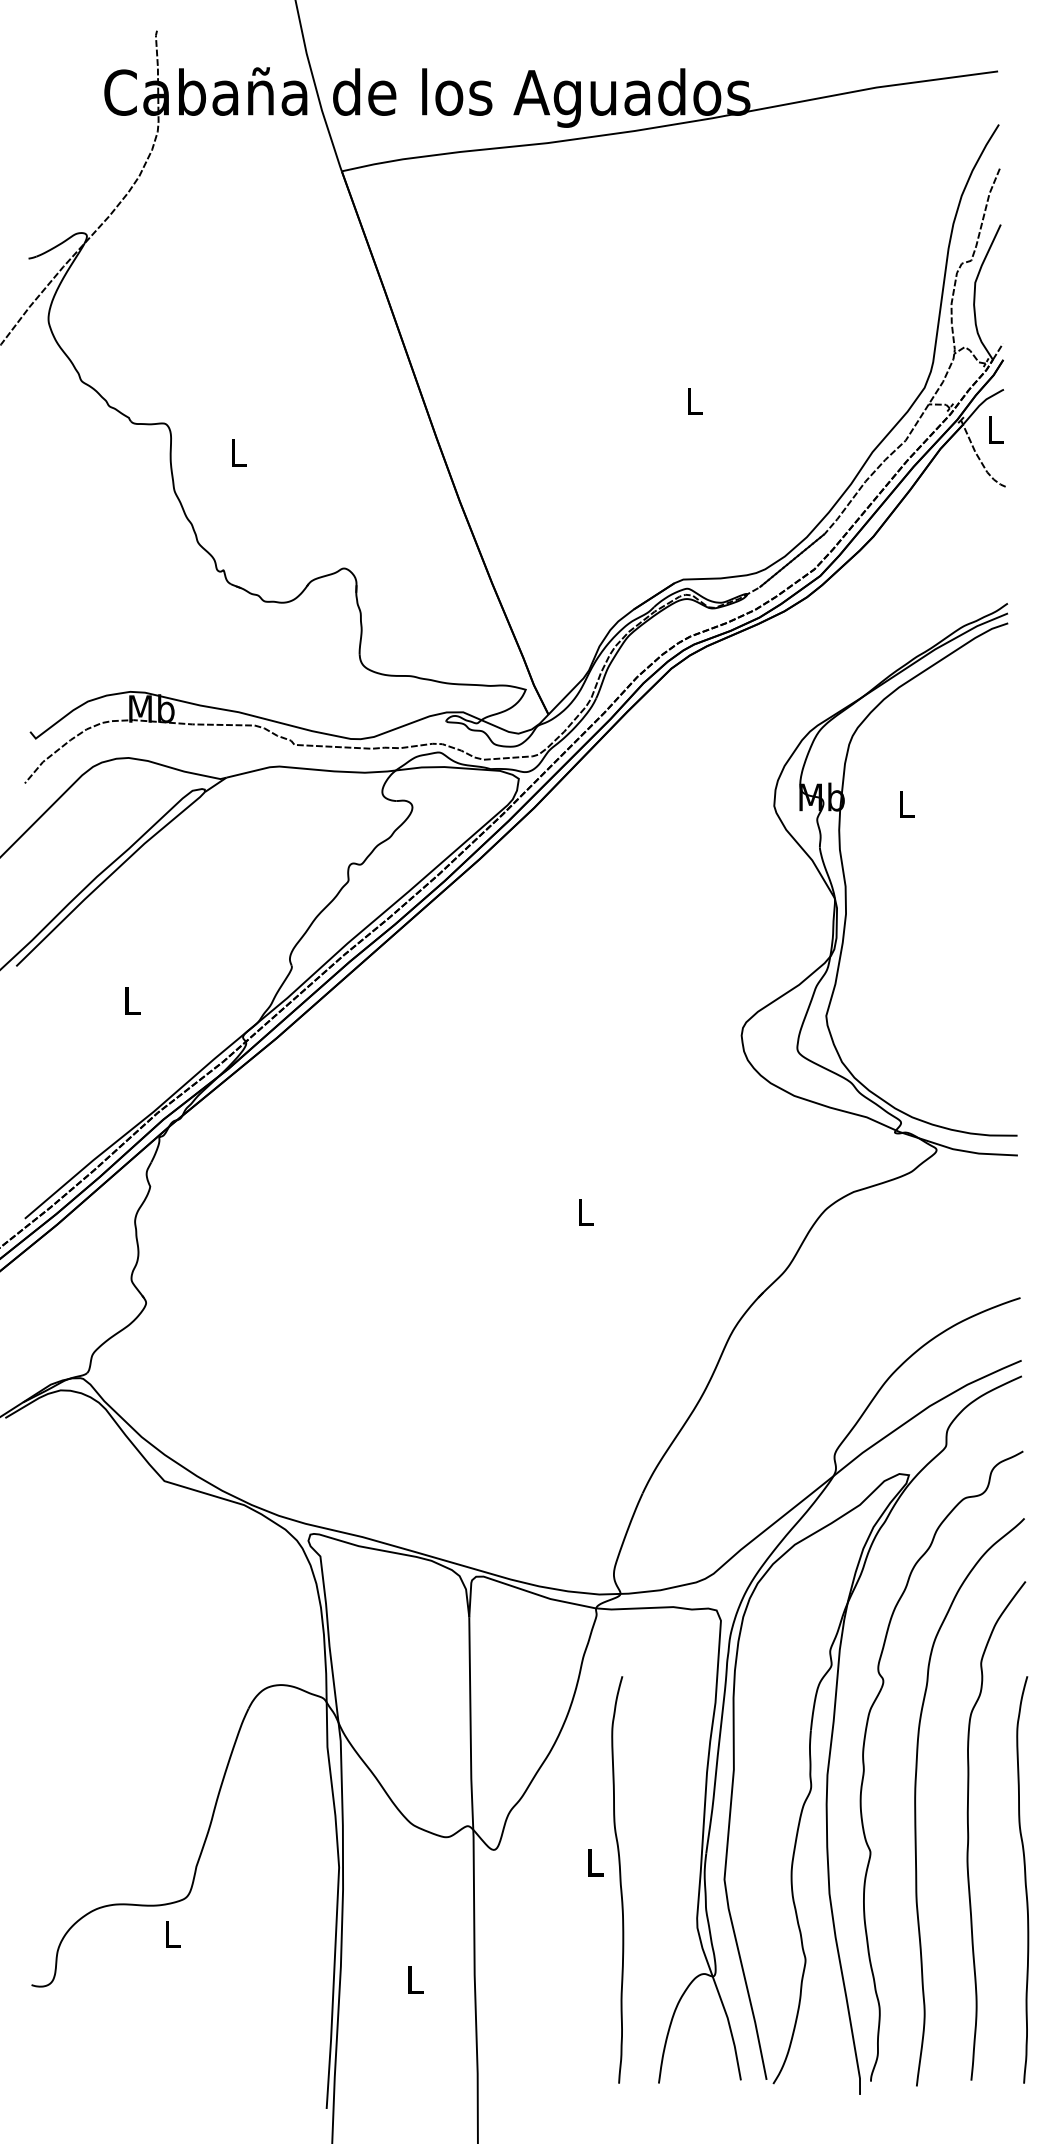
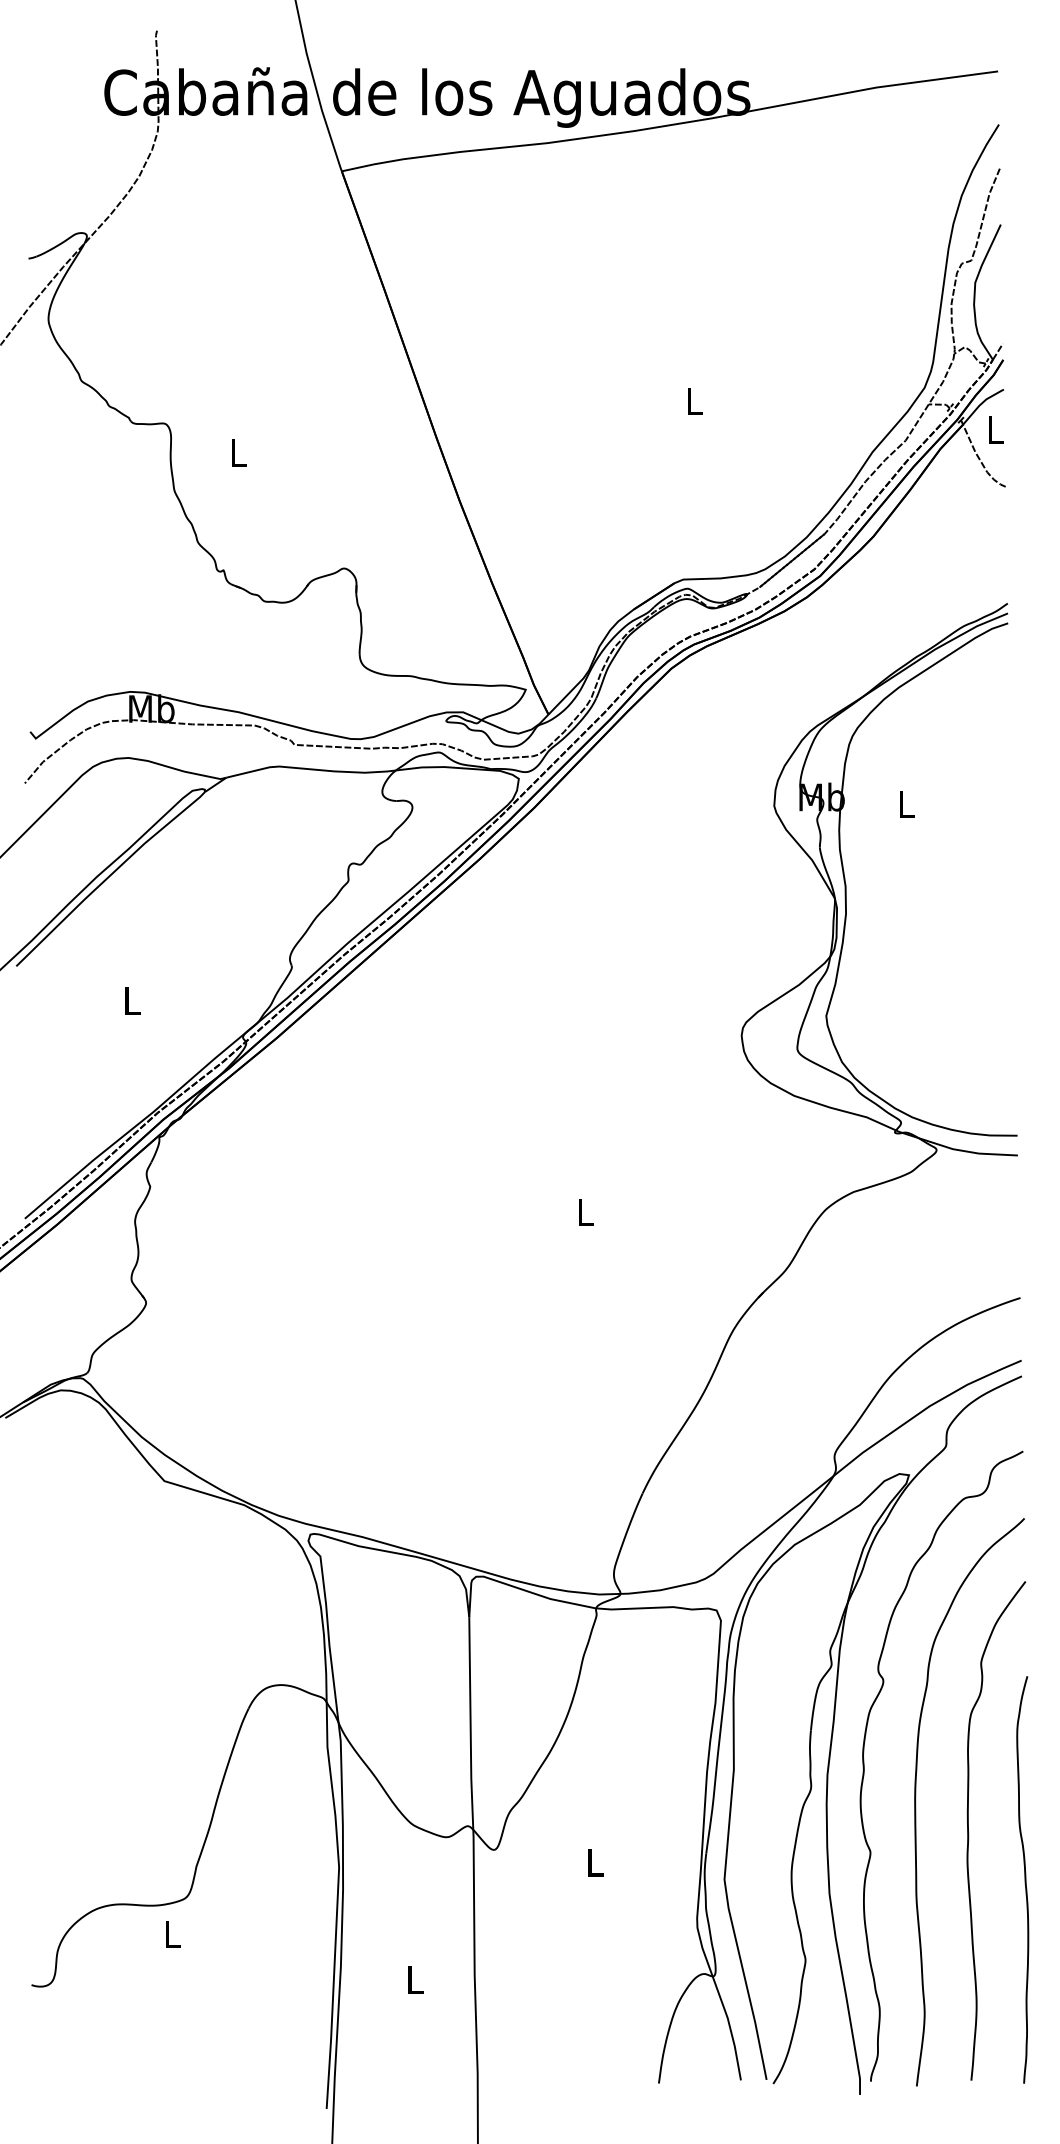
curve at (619, 1879): present -> none
